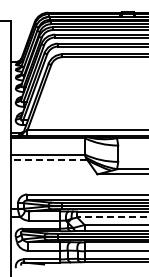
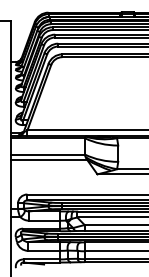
line at (49, 159): dashed -> solid
line at (112, 217): dashed -> solid
